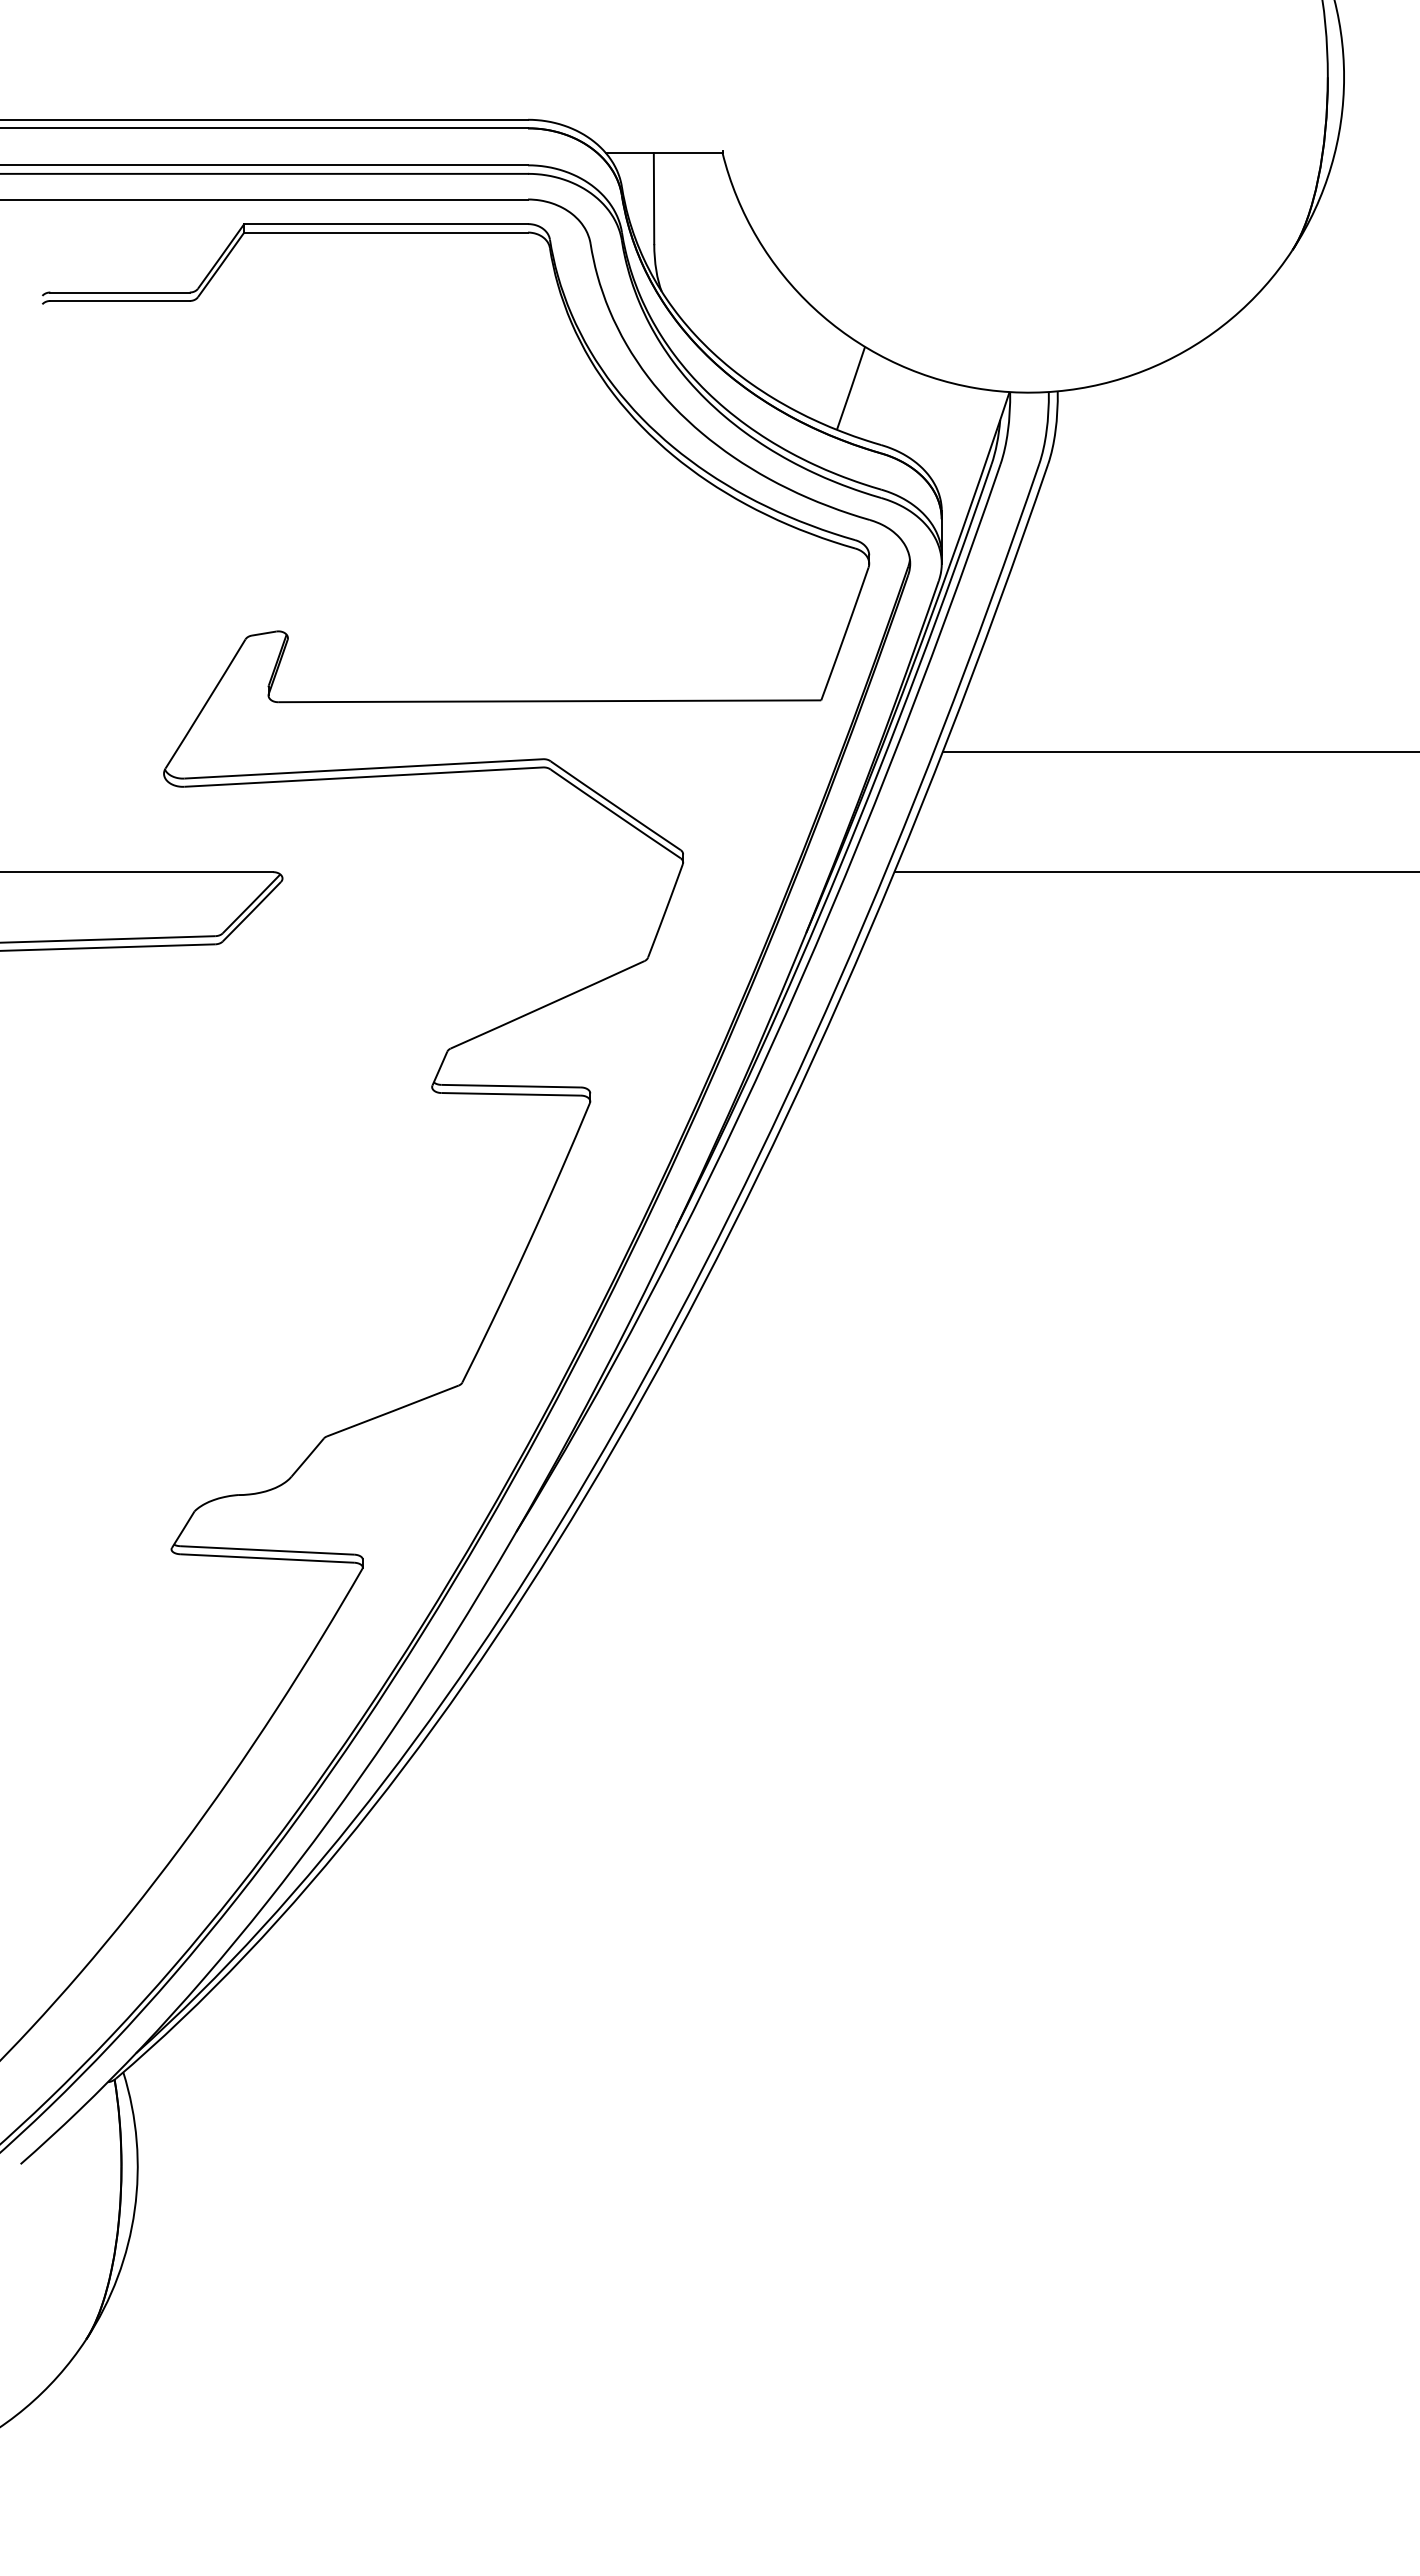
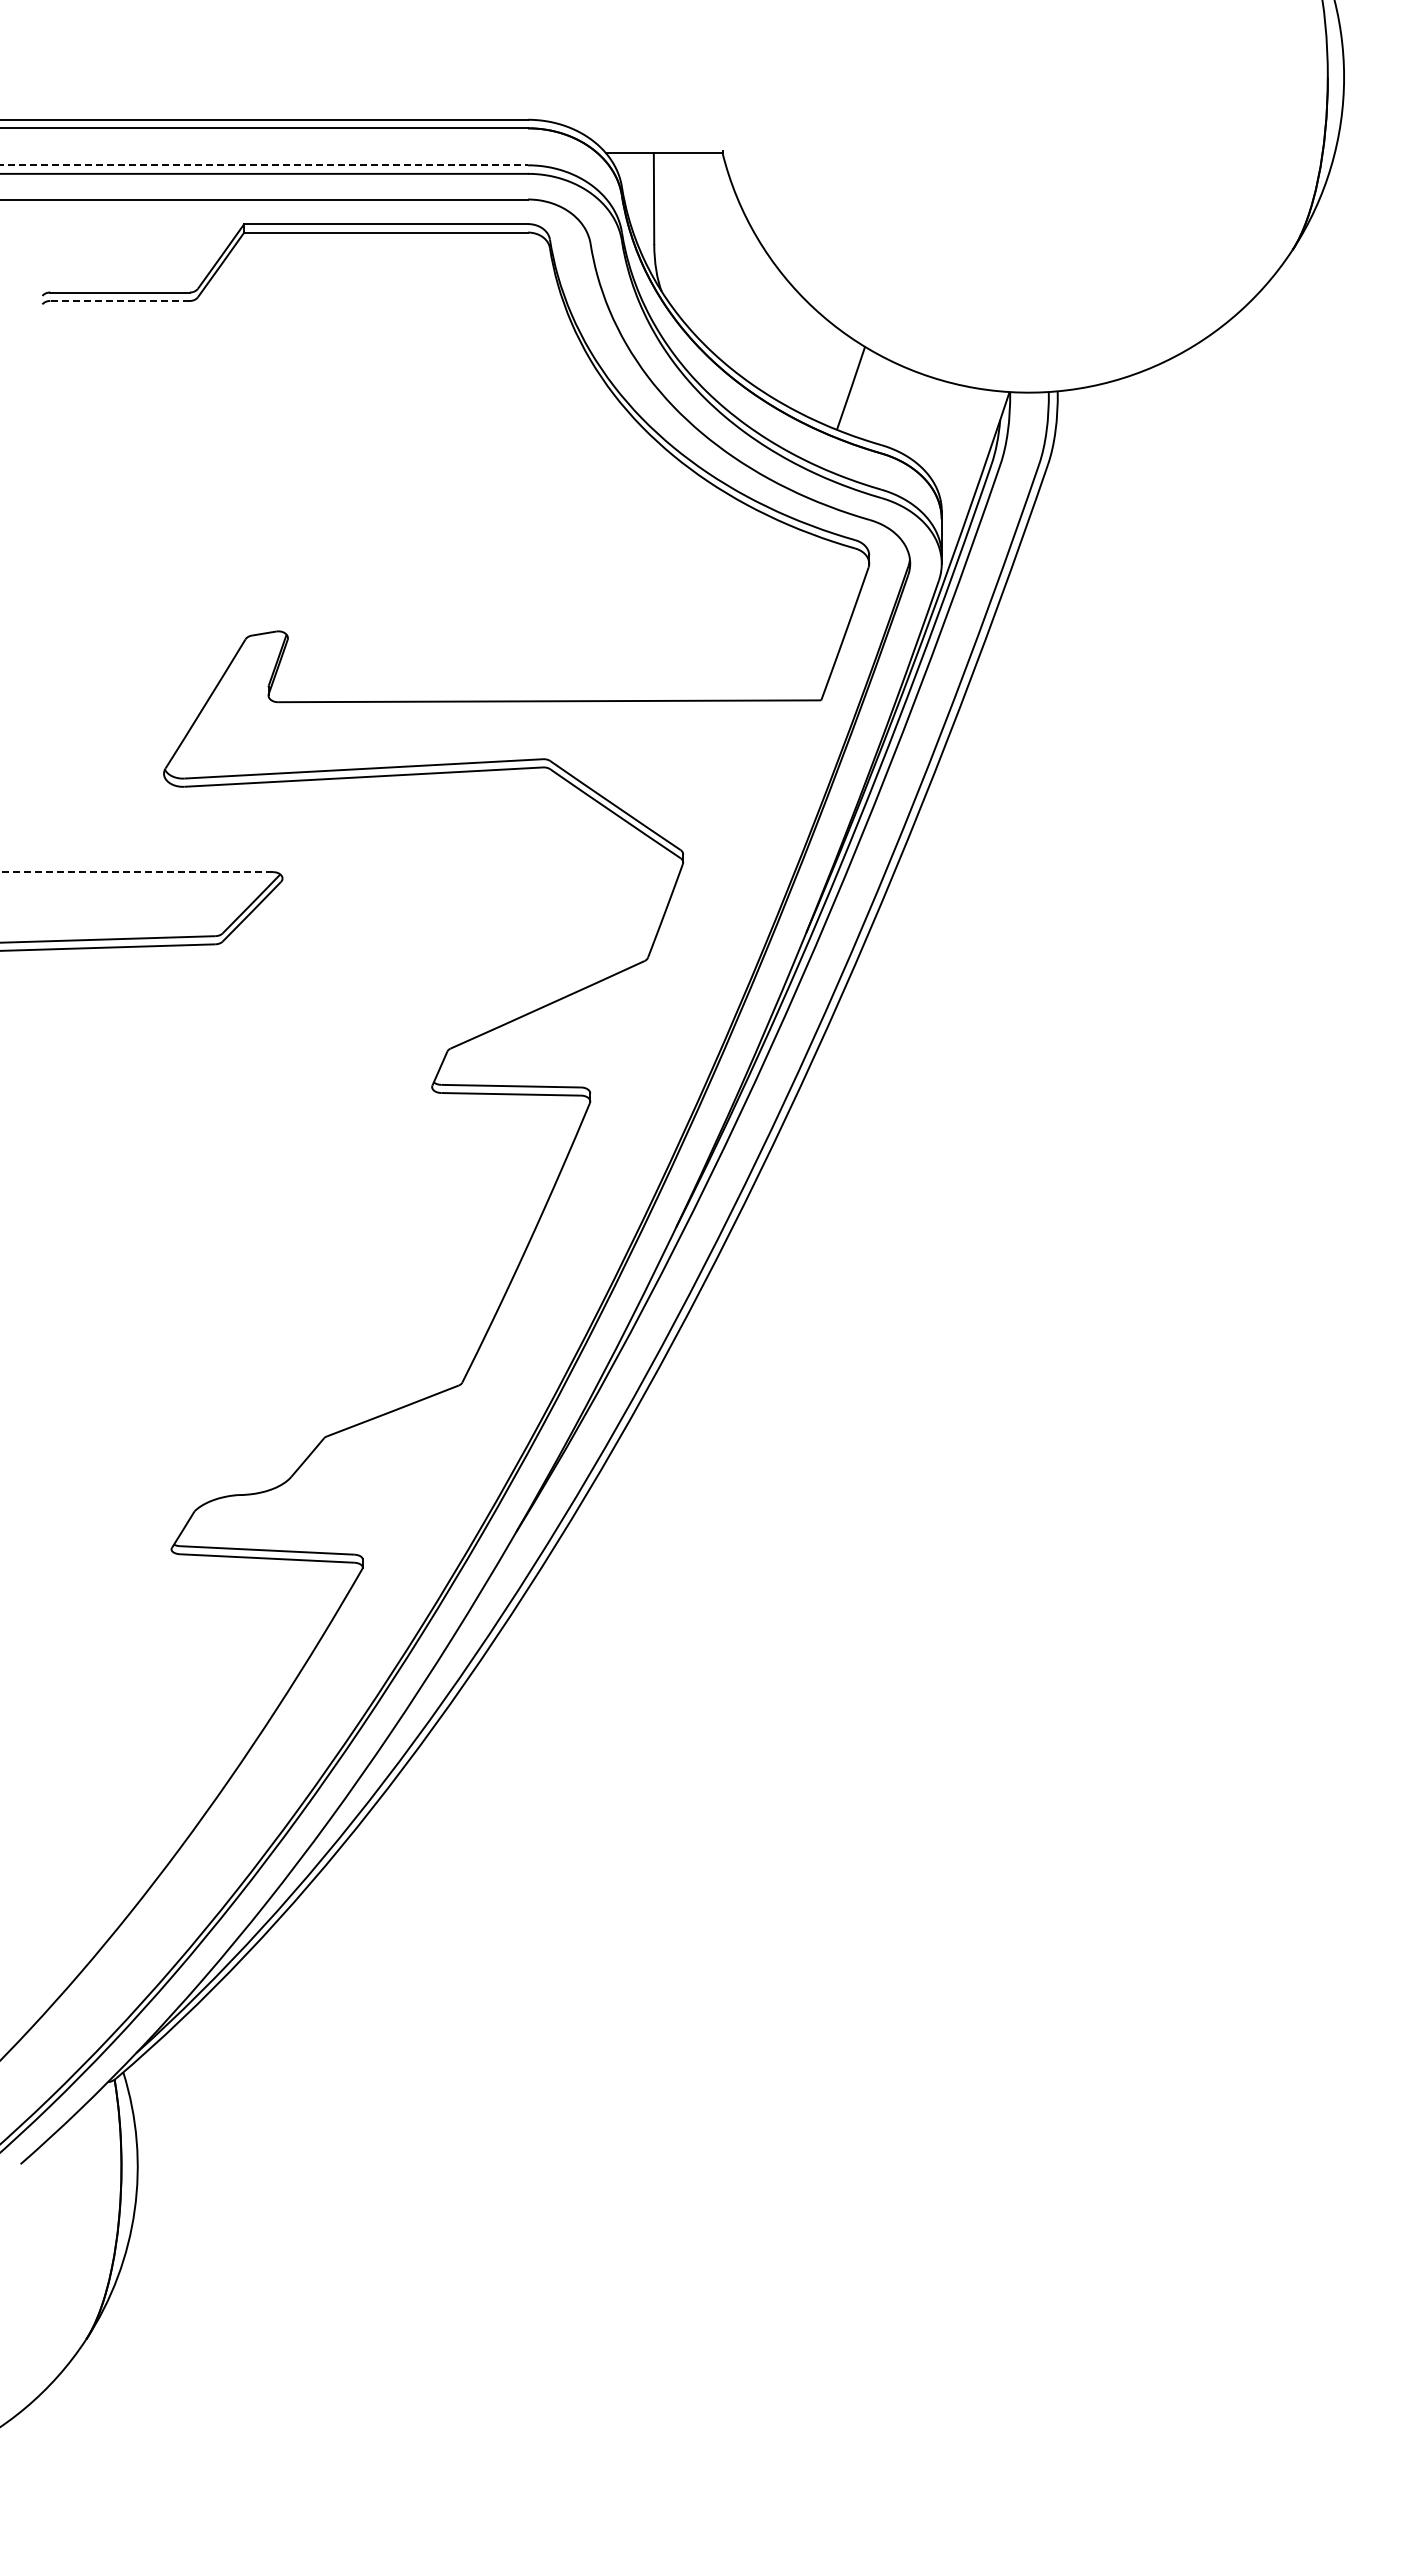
line at (264, 165): solid -> dashed
line at (120, 300): solid -> dashed
line at (1179, 752): present -> none
line at (137, 872): solid -> dashed
line at (1155, 872): present -> none
